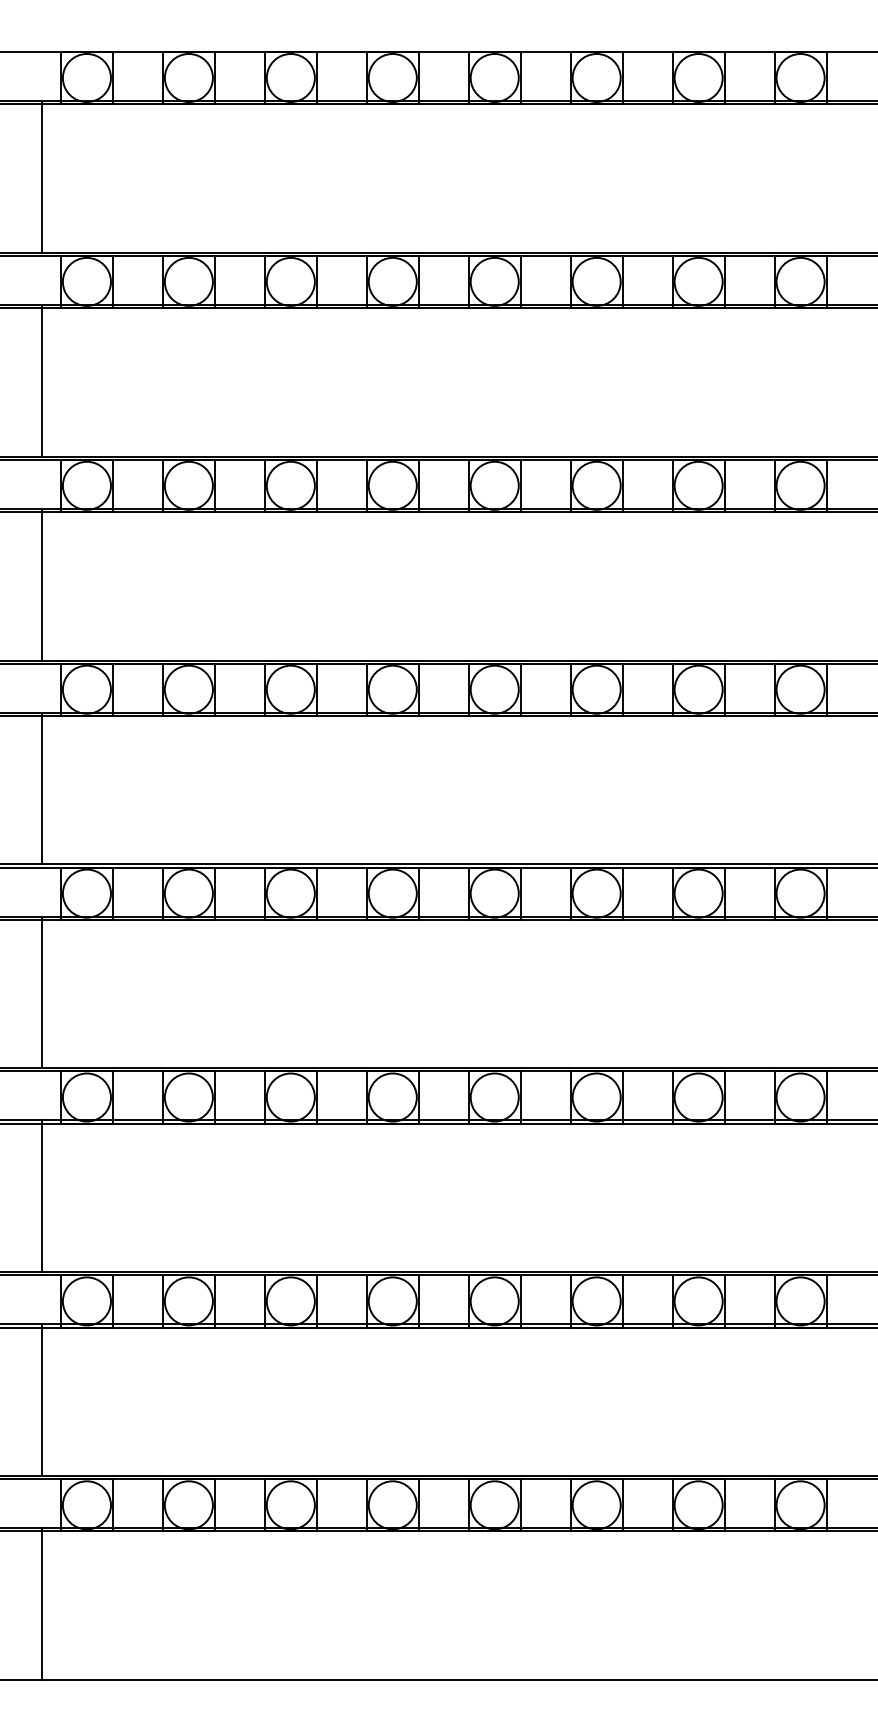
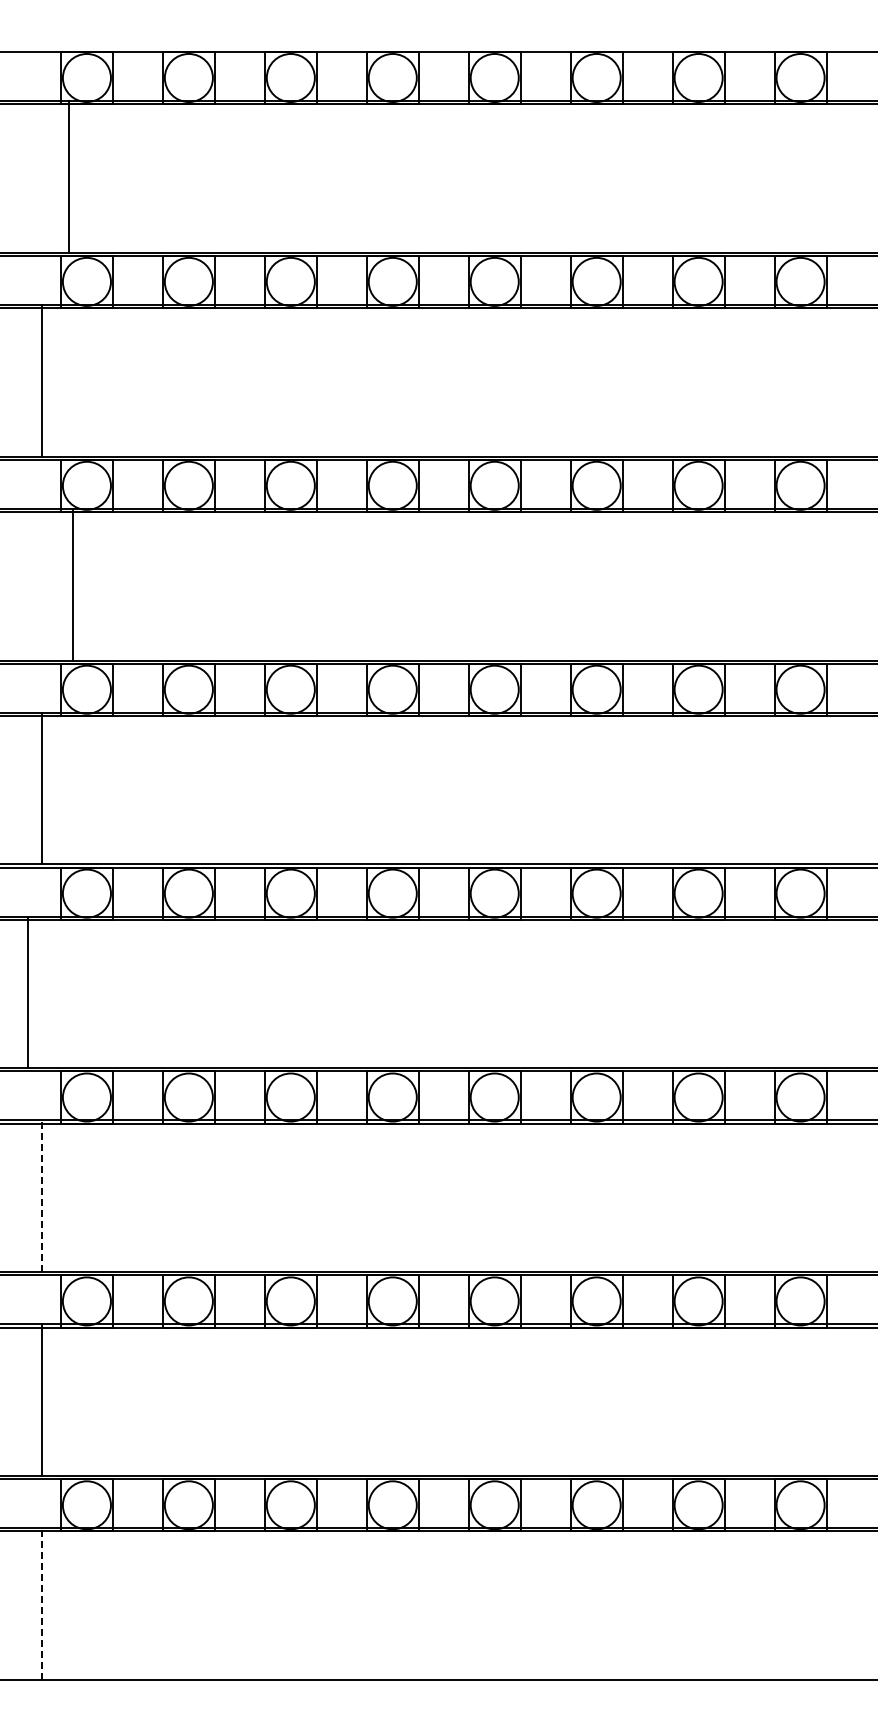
line at (41, 176) position: (41, 176) -> (68, 176)
line at (41, 584) position: (41, 584) -> (72, 584)
line at (41, 992) position: (41, 992) -> (27, 992)
line at (41, 1196): solid -> dashed
line at (41, 1604): solid -> dashed
